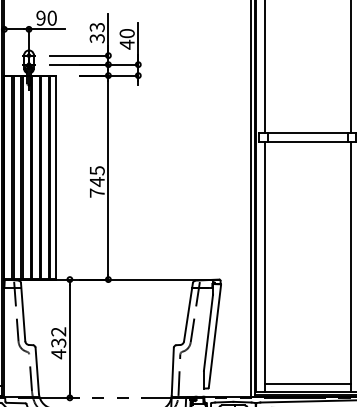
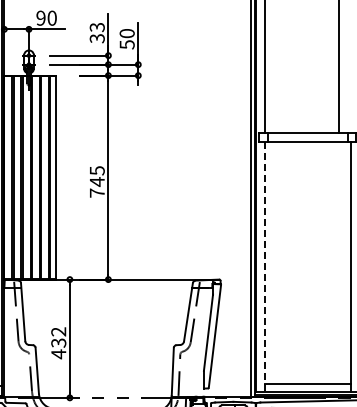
text at (126, 44): 40 -> 50
line at (350, 67) position: (350, 67) -> (338, 67)
line at (264, 267): solid -> dashed
